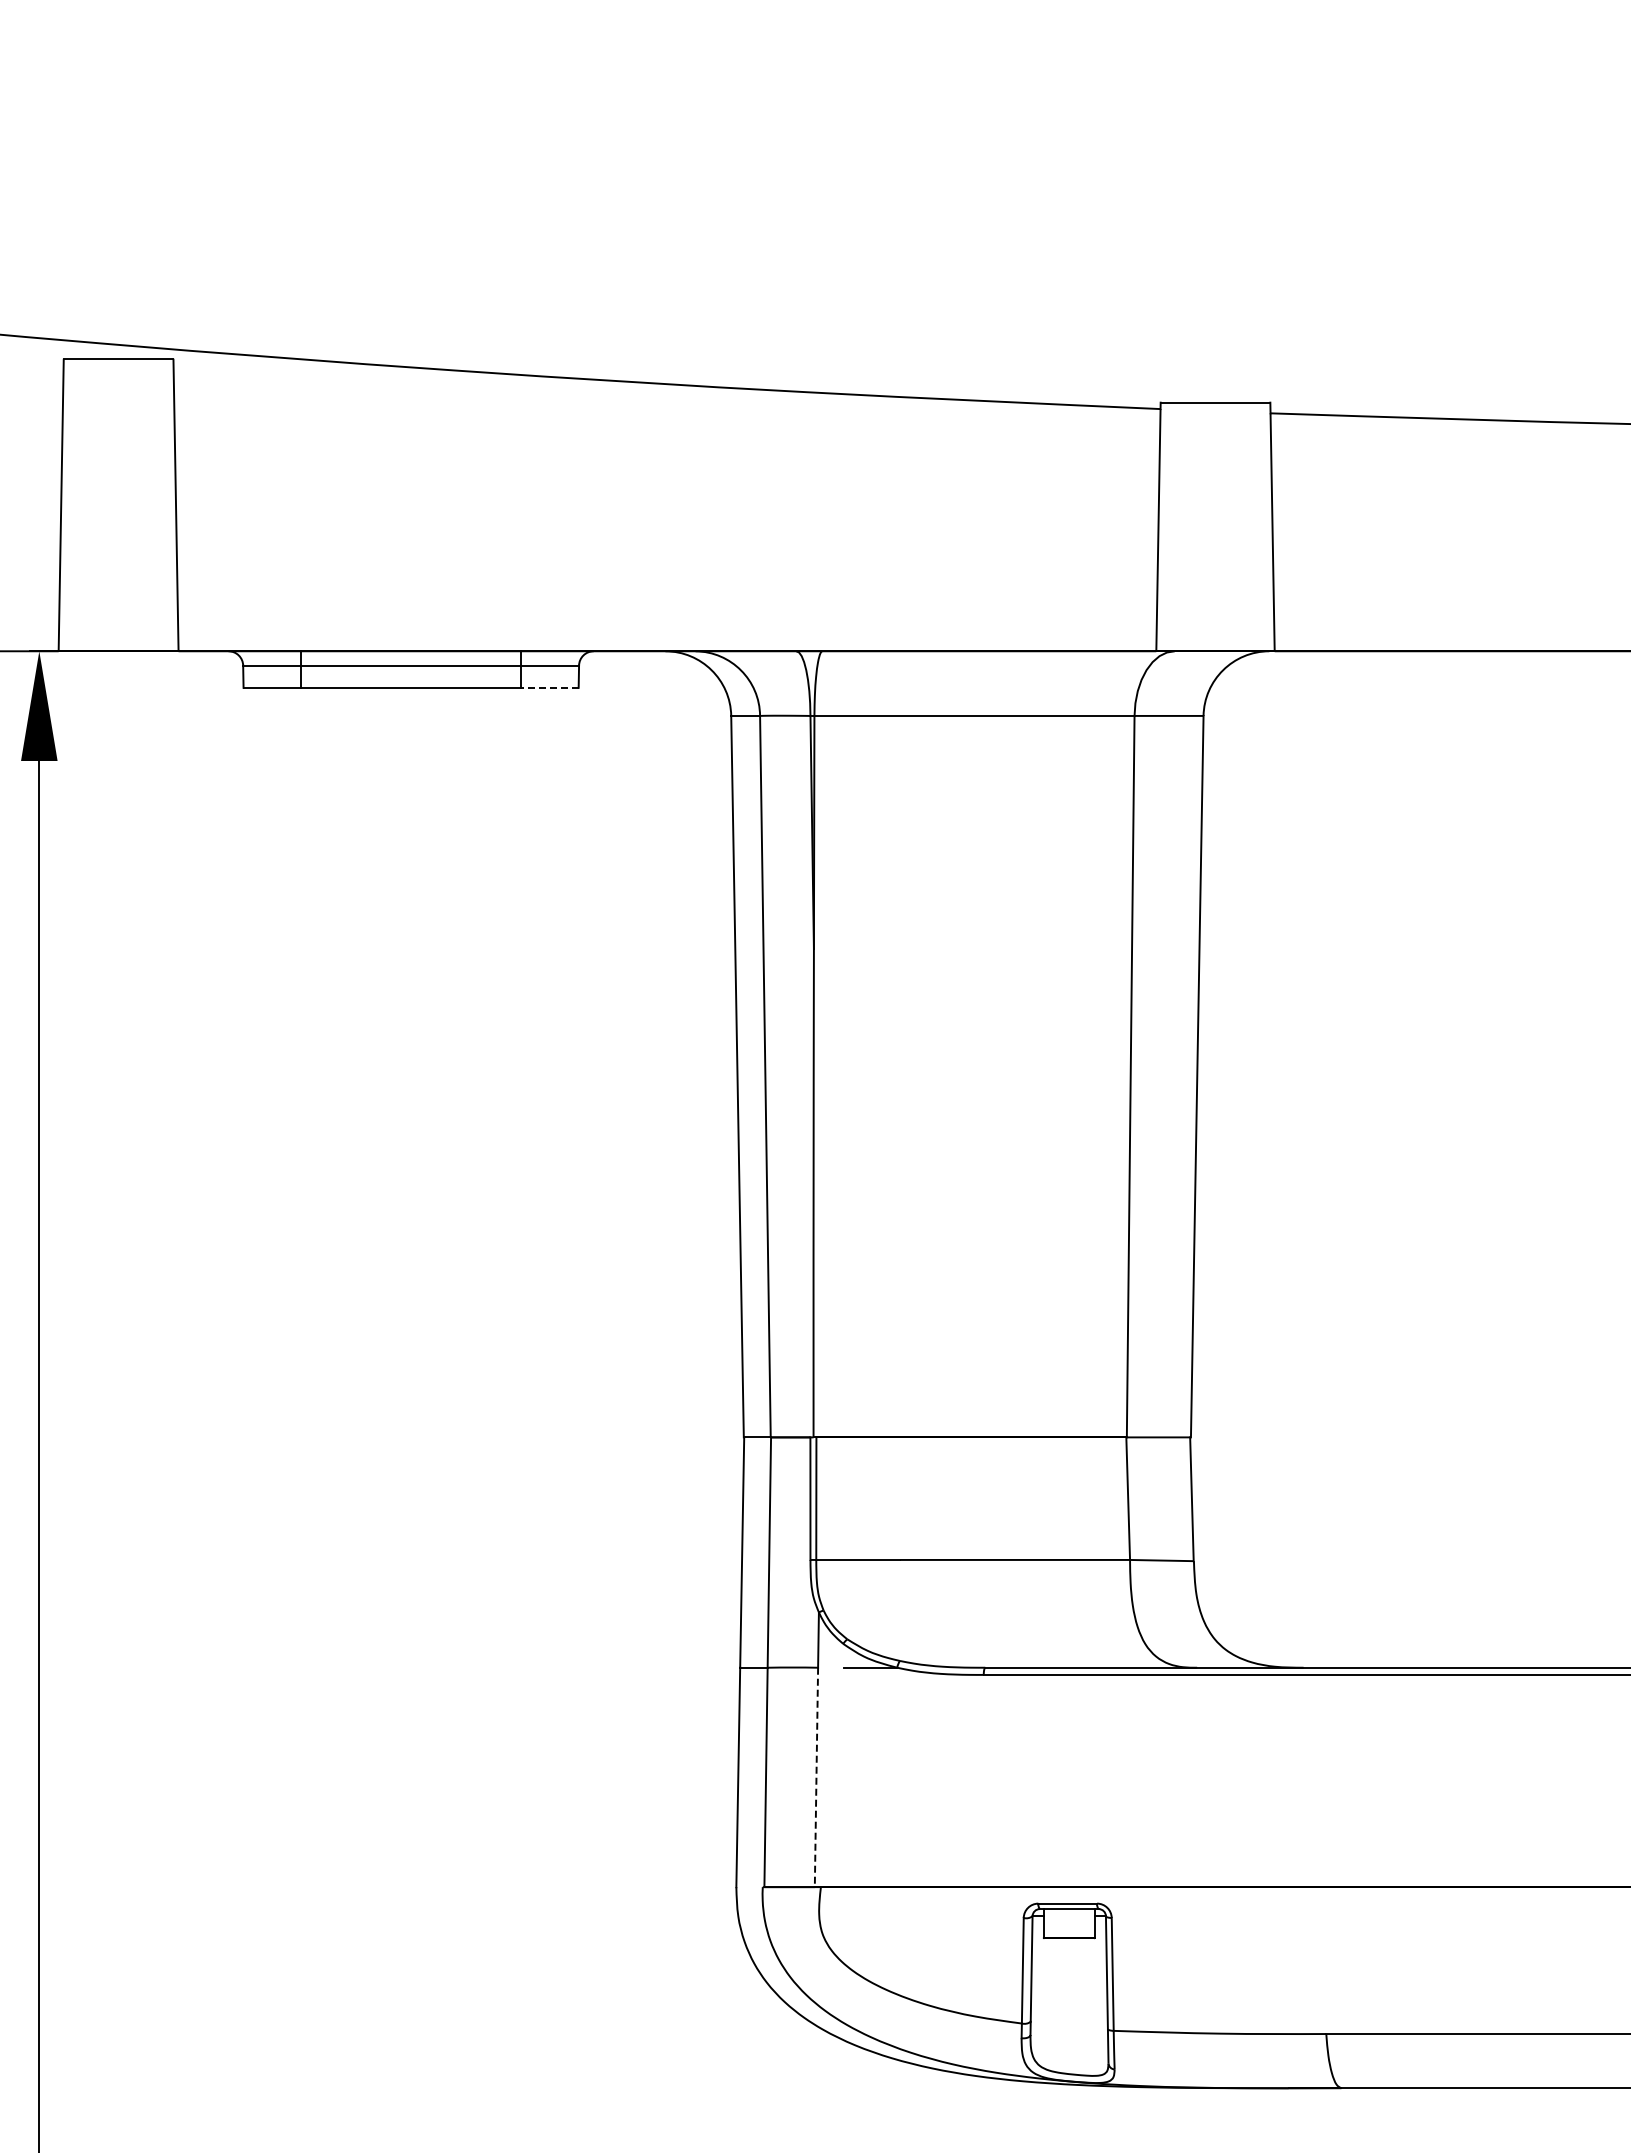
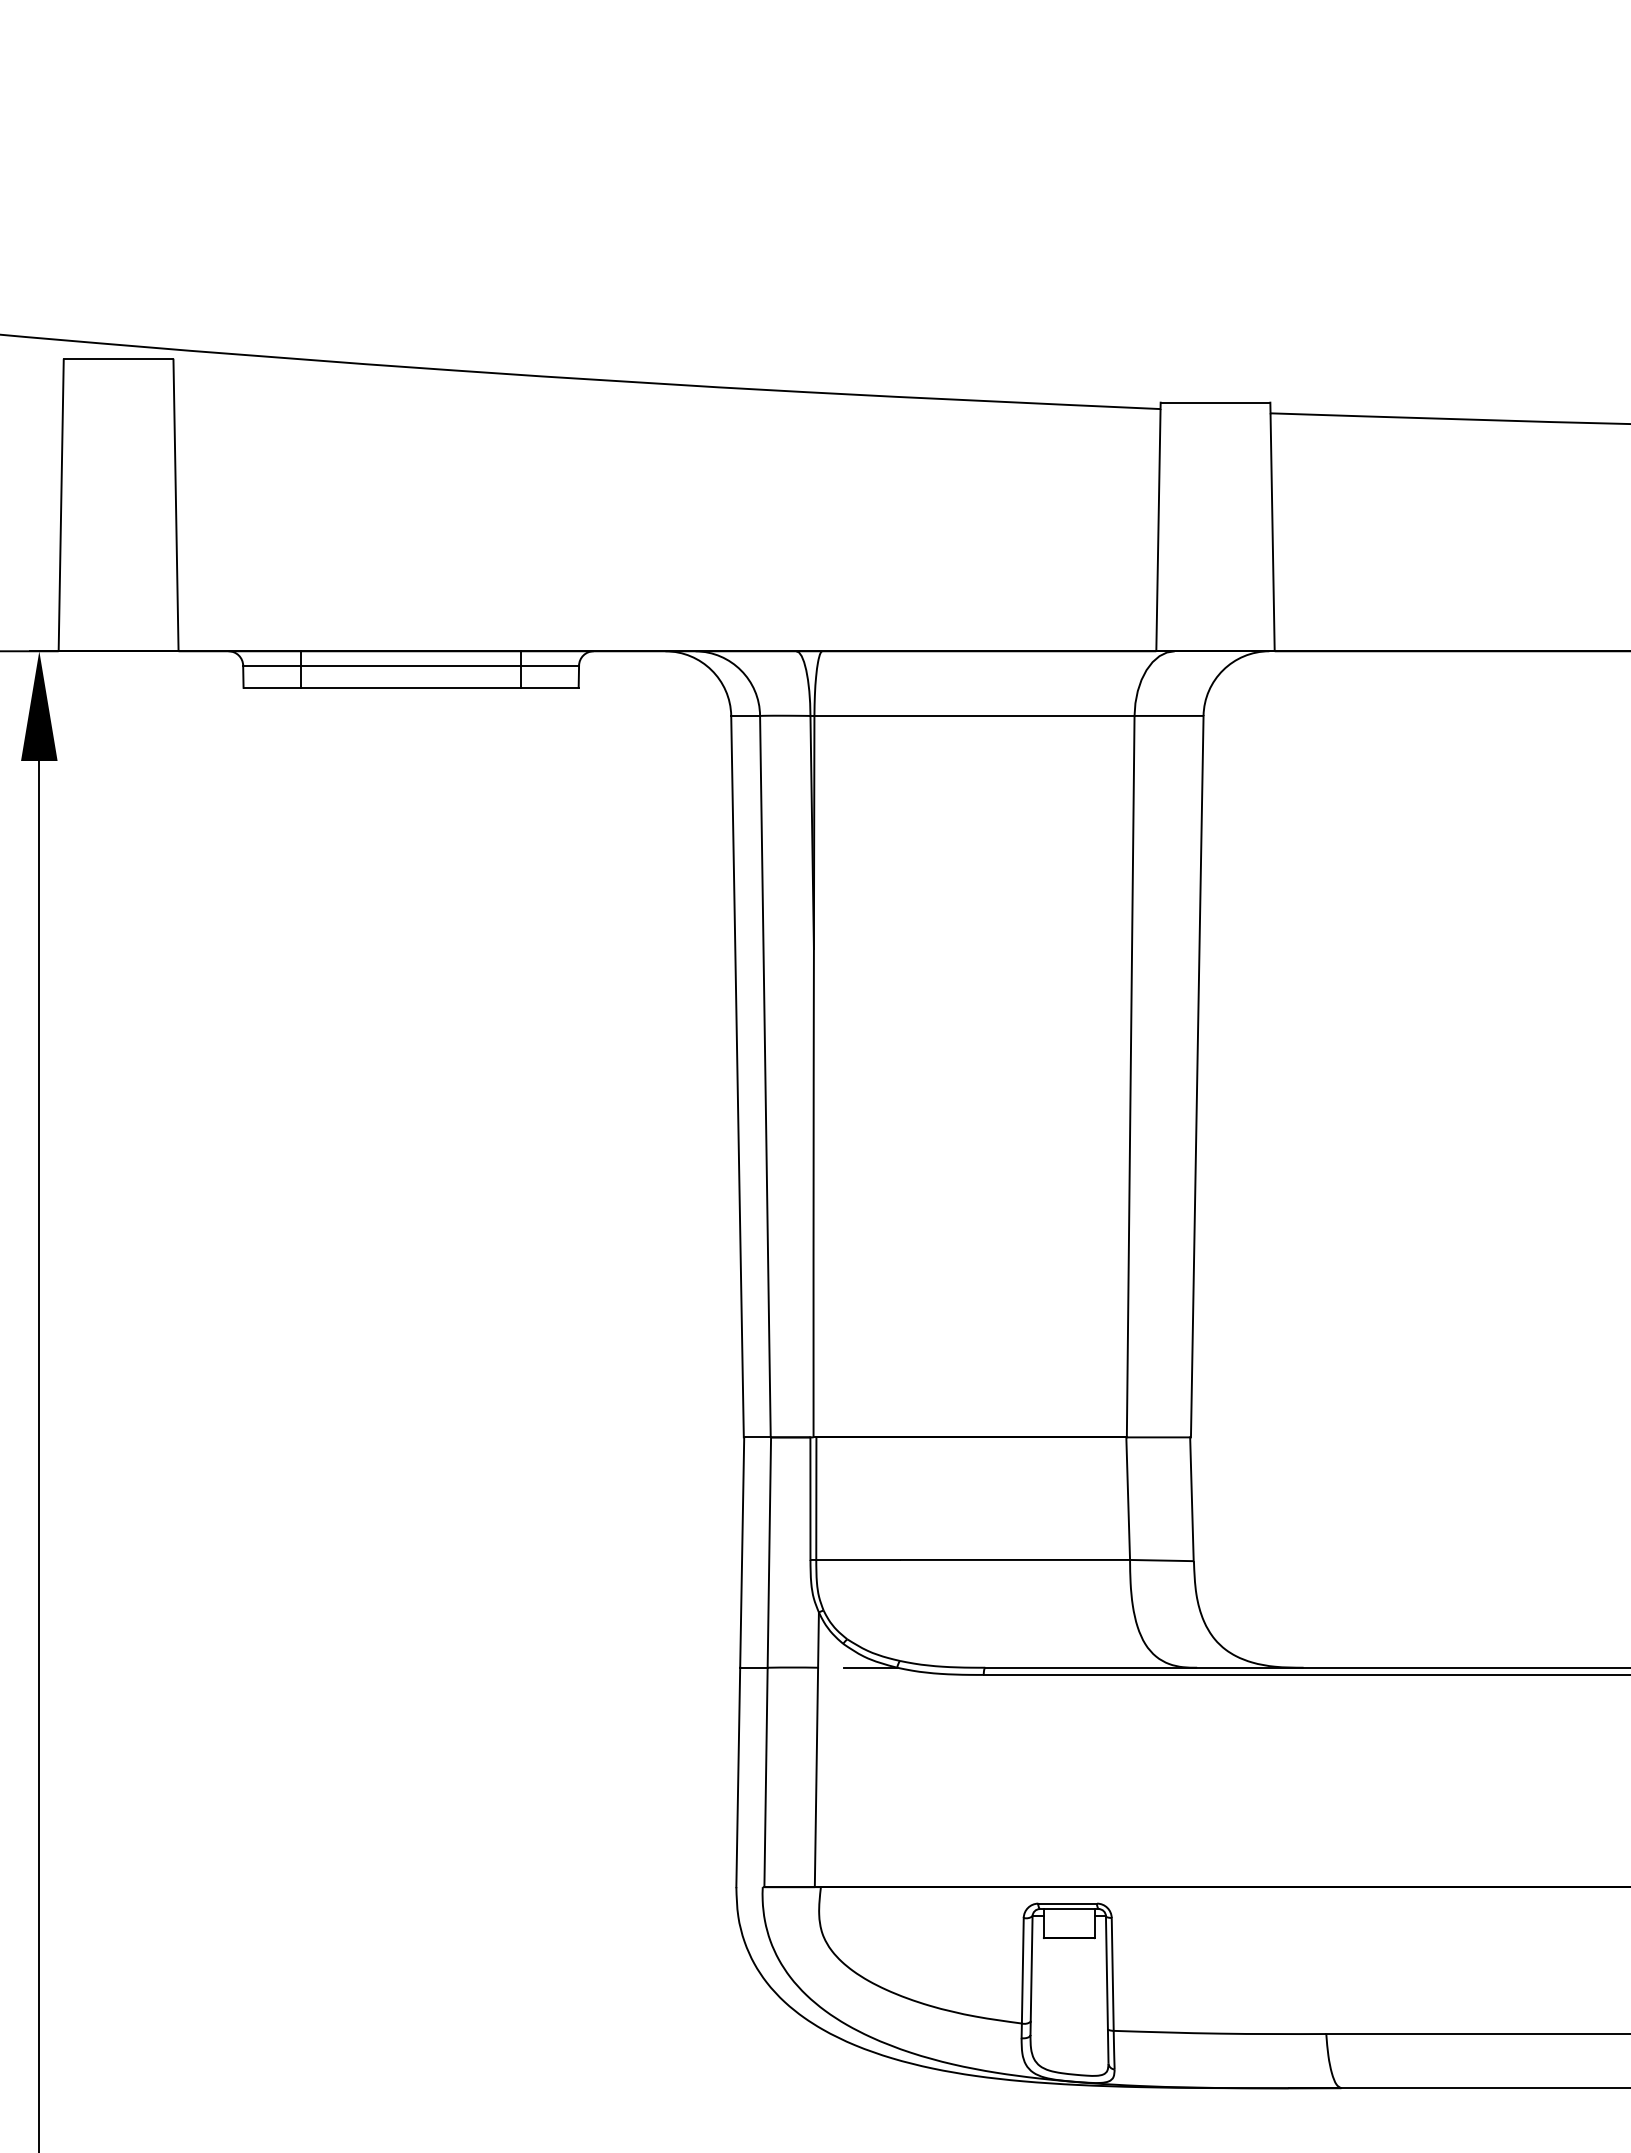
line at (549, 687): dashed -> solid
line at (816, 1777): dashed -> solid
